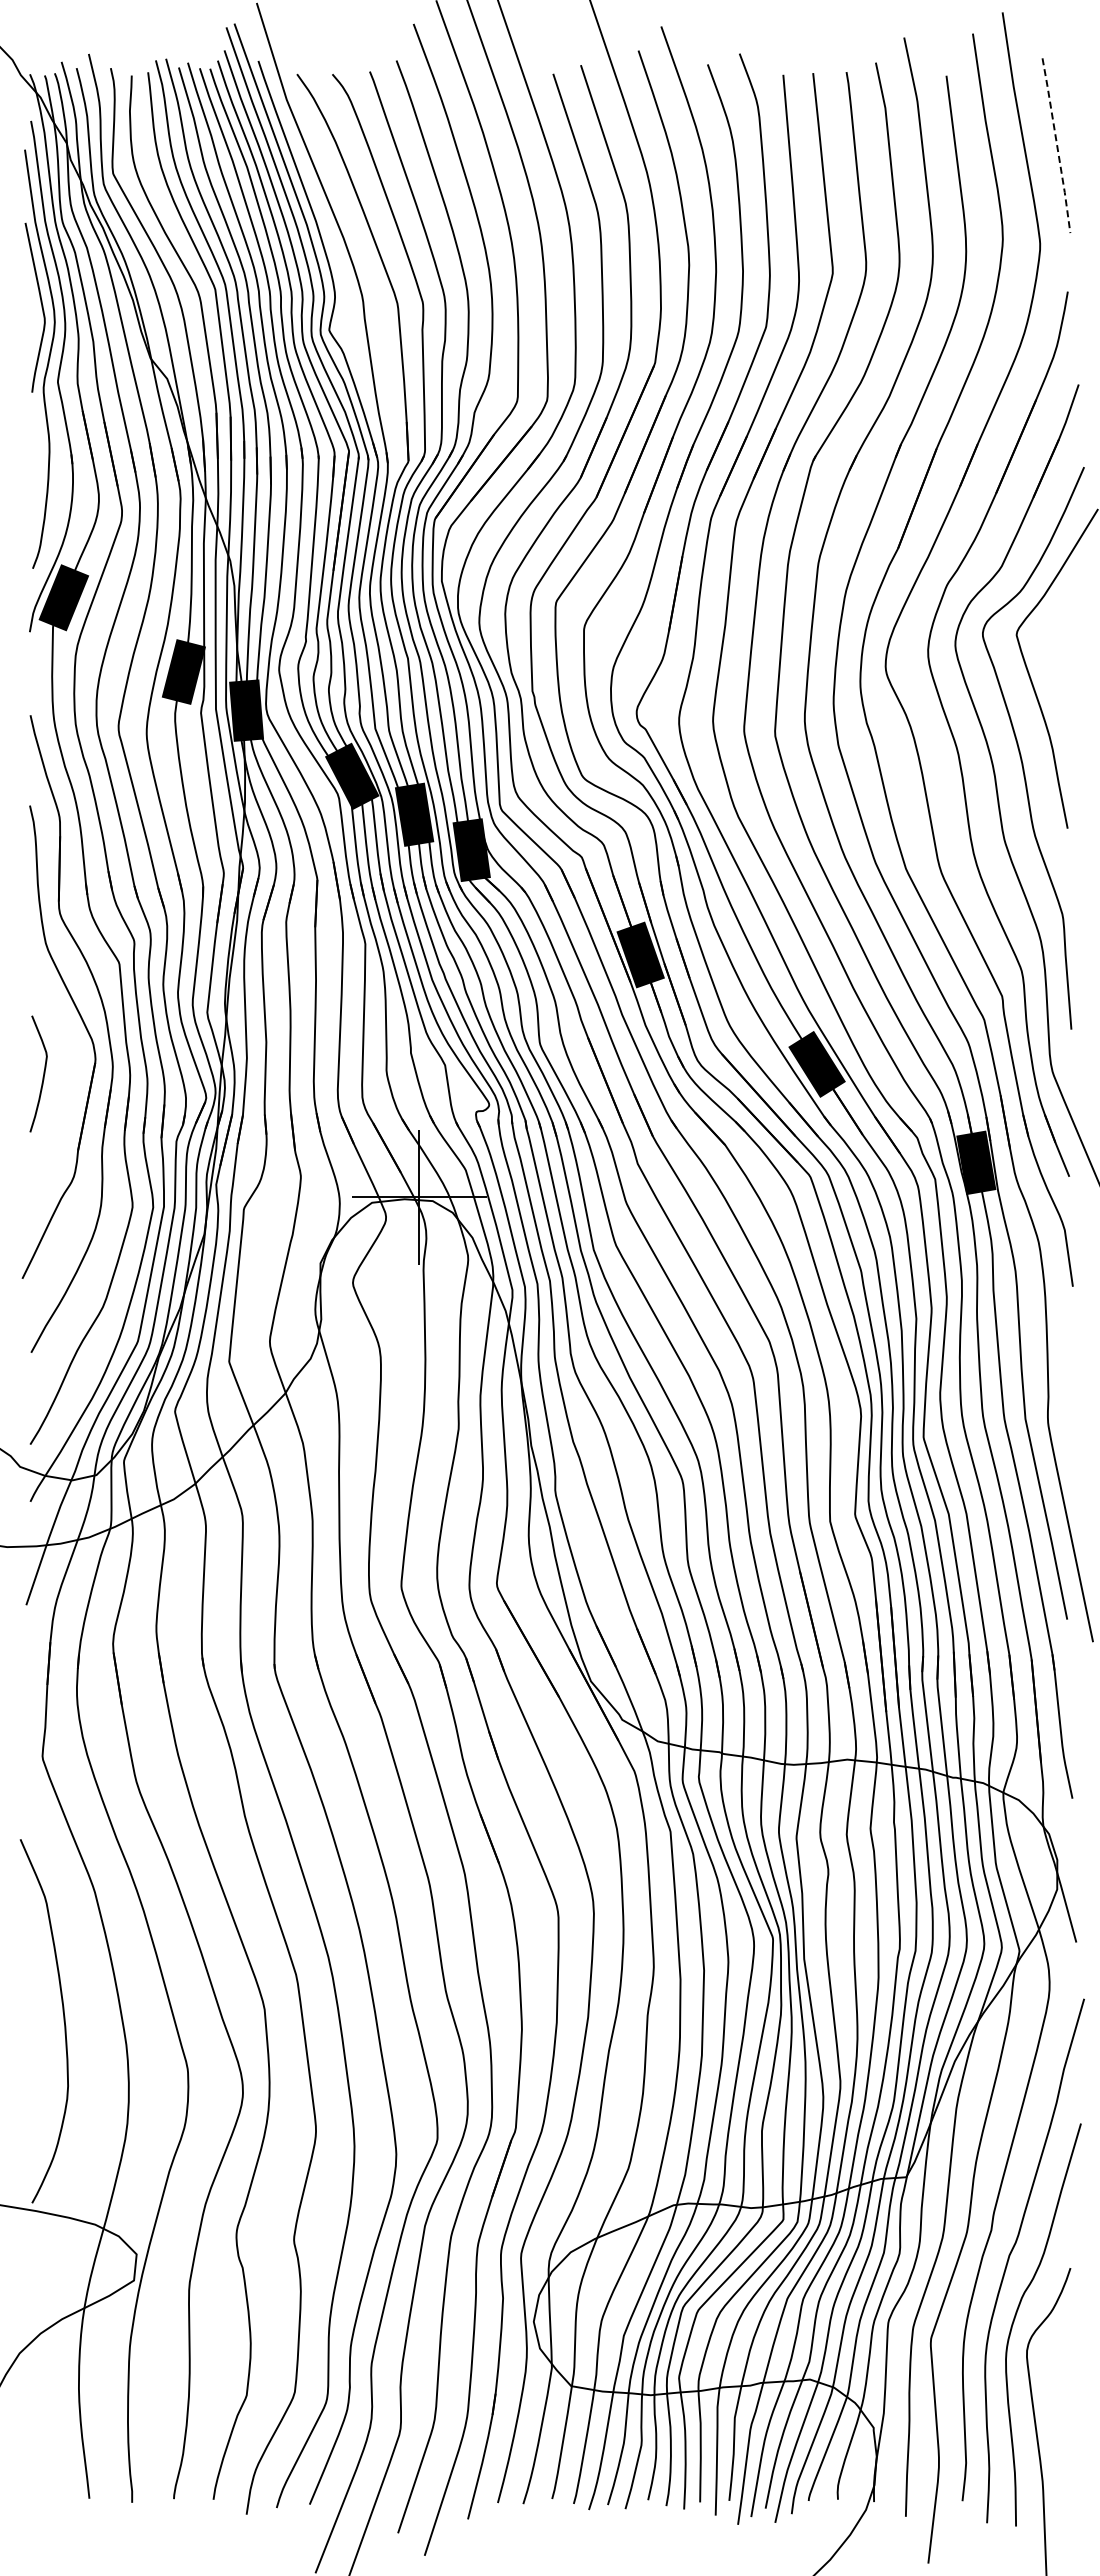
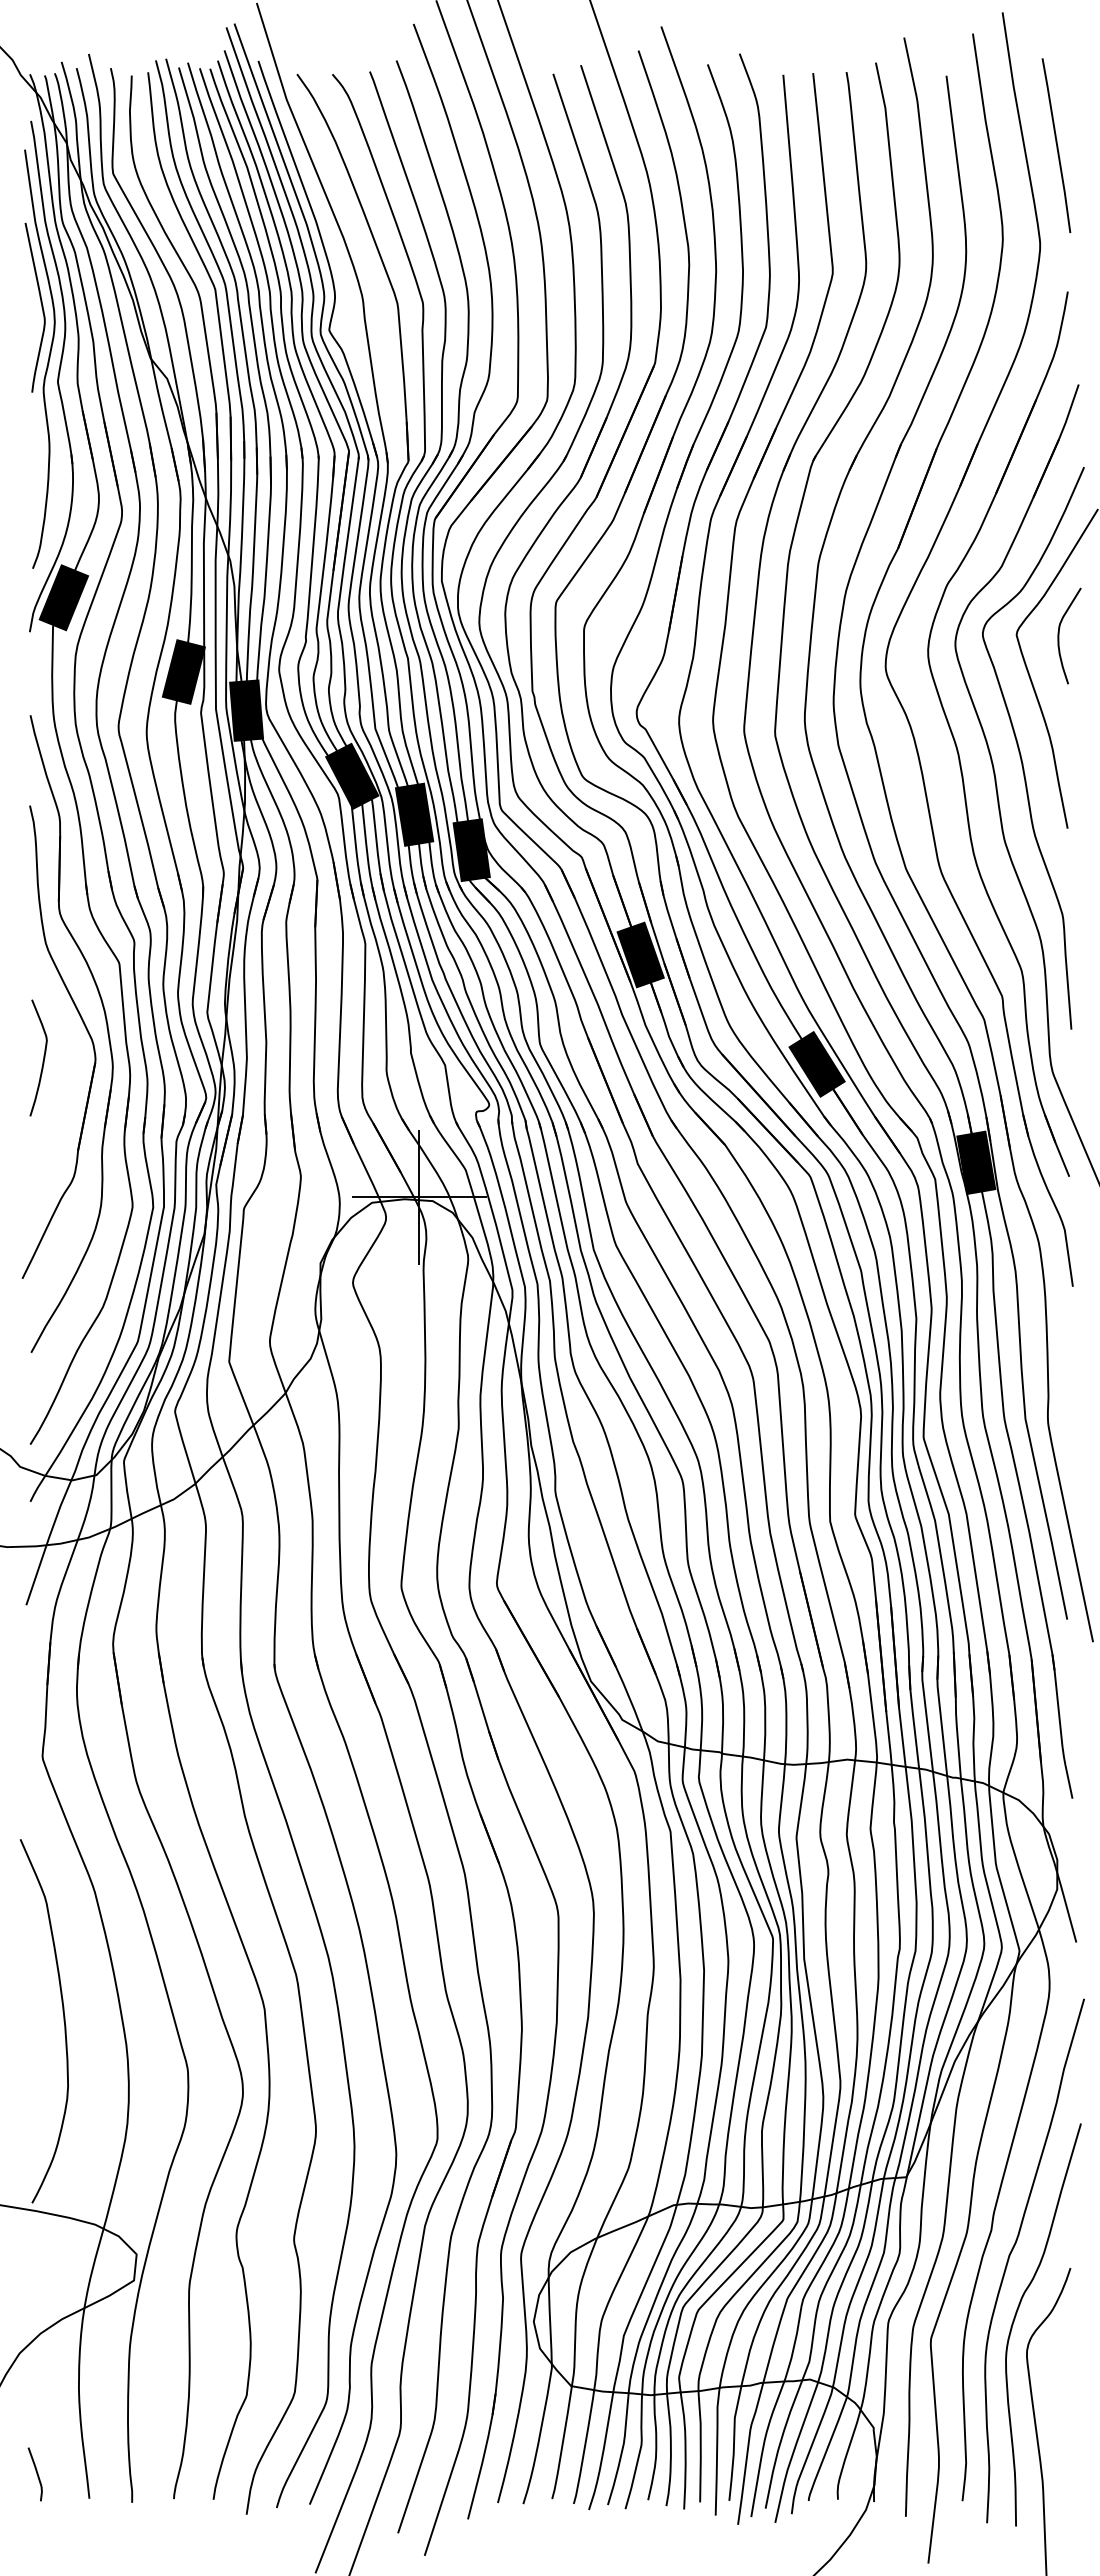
line at (1057, 146): dashed -> solid
curve at (1059, 635): none -> present
curve at (43, 1073) position: (43, 1073) -> (43, 1057)
curve at (36, 2474): none -> present
